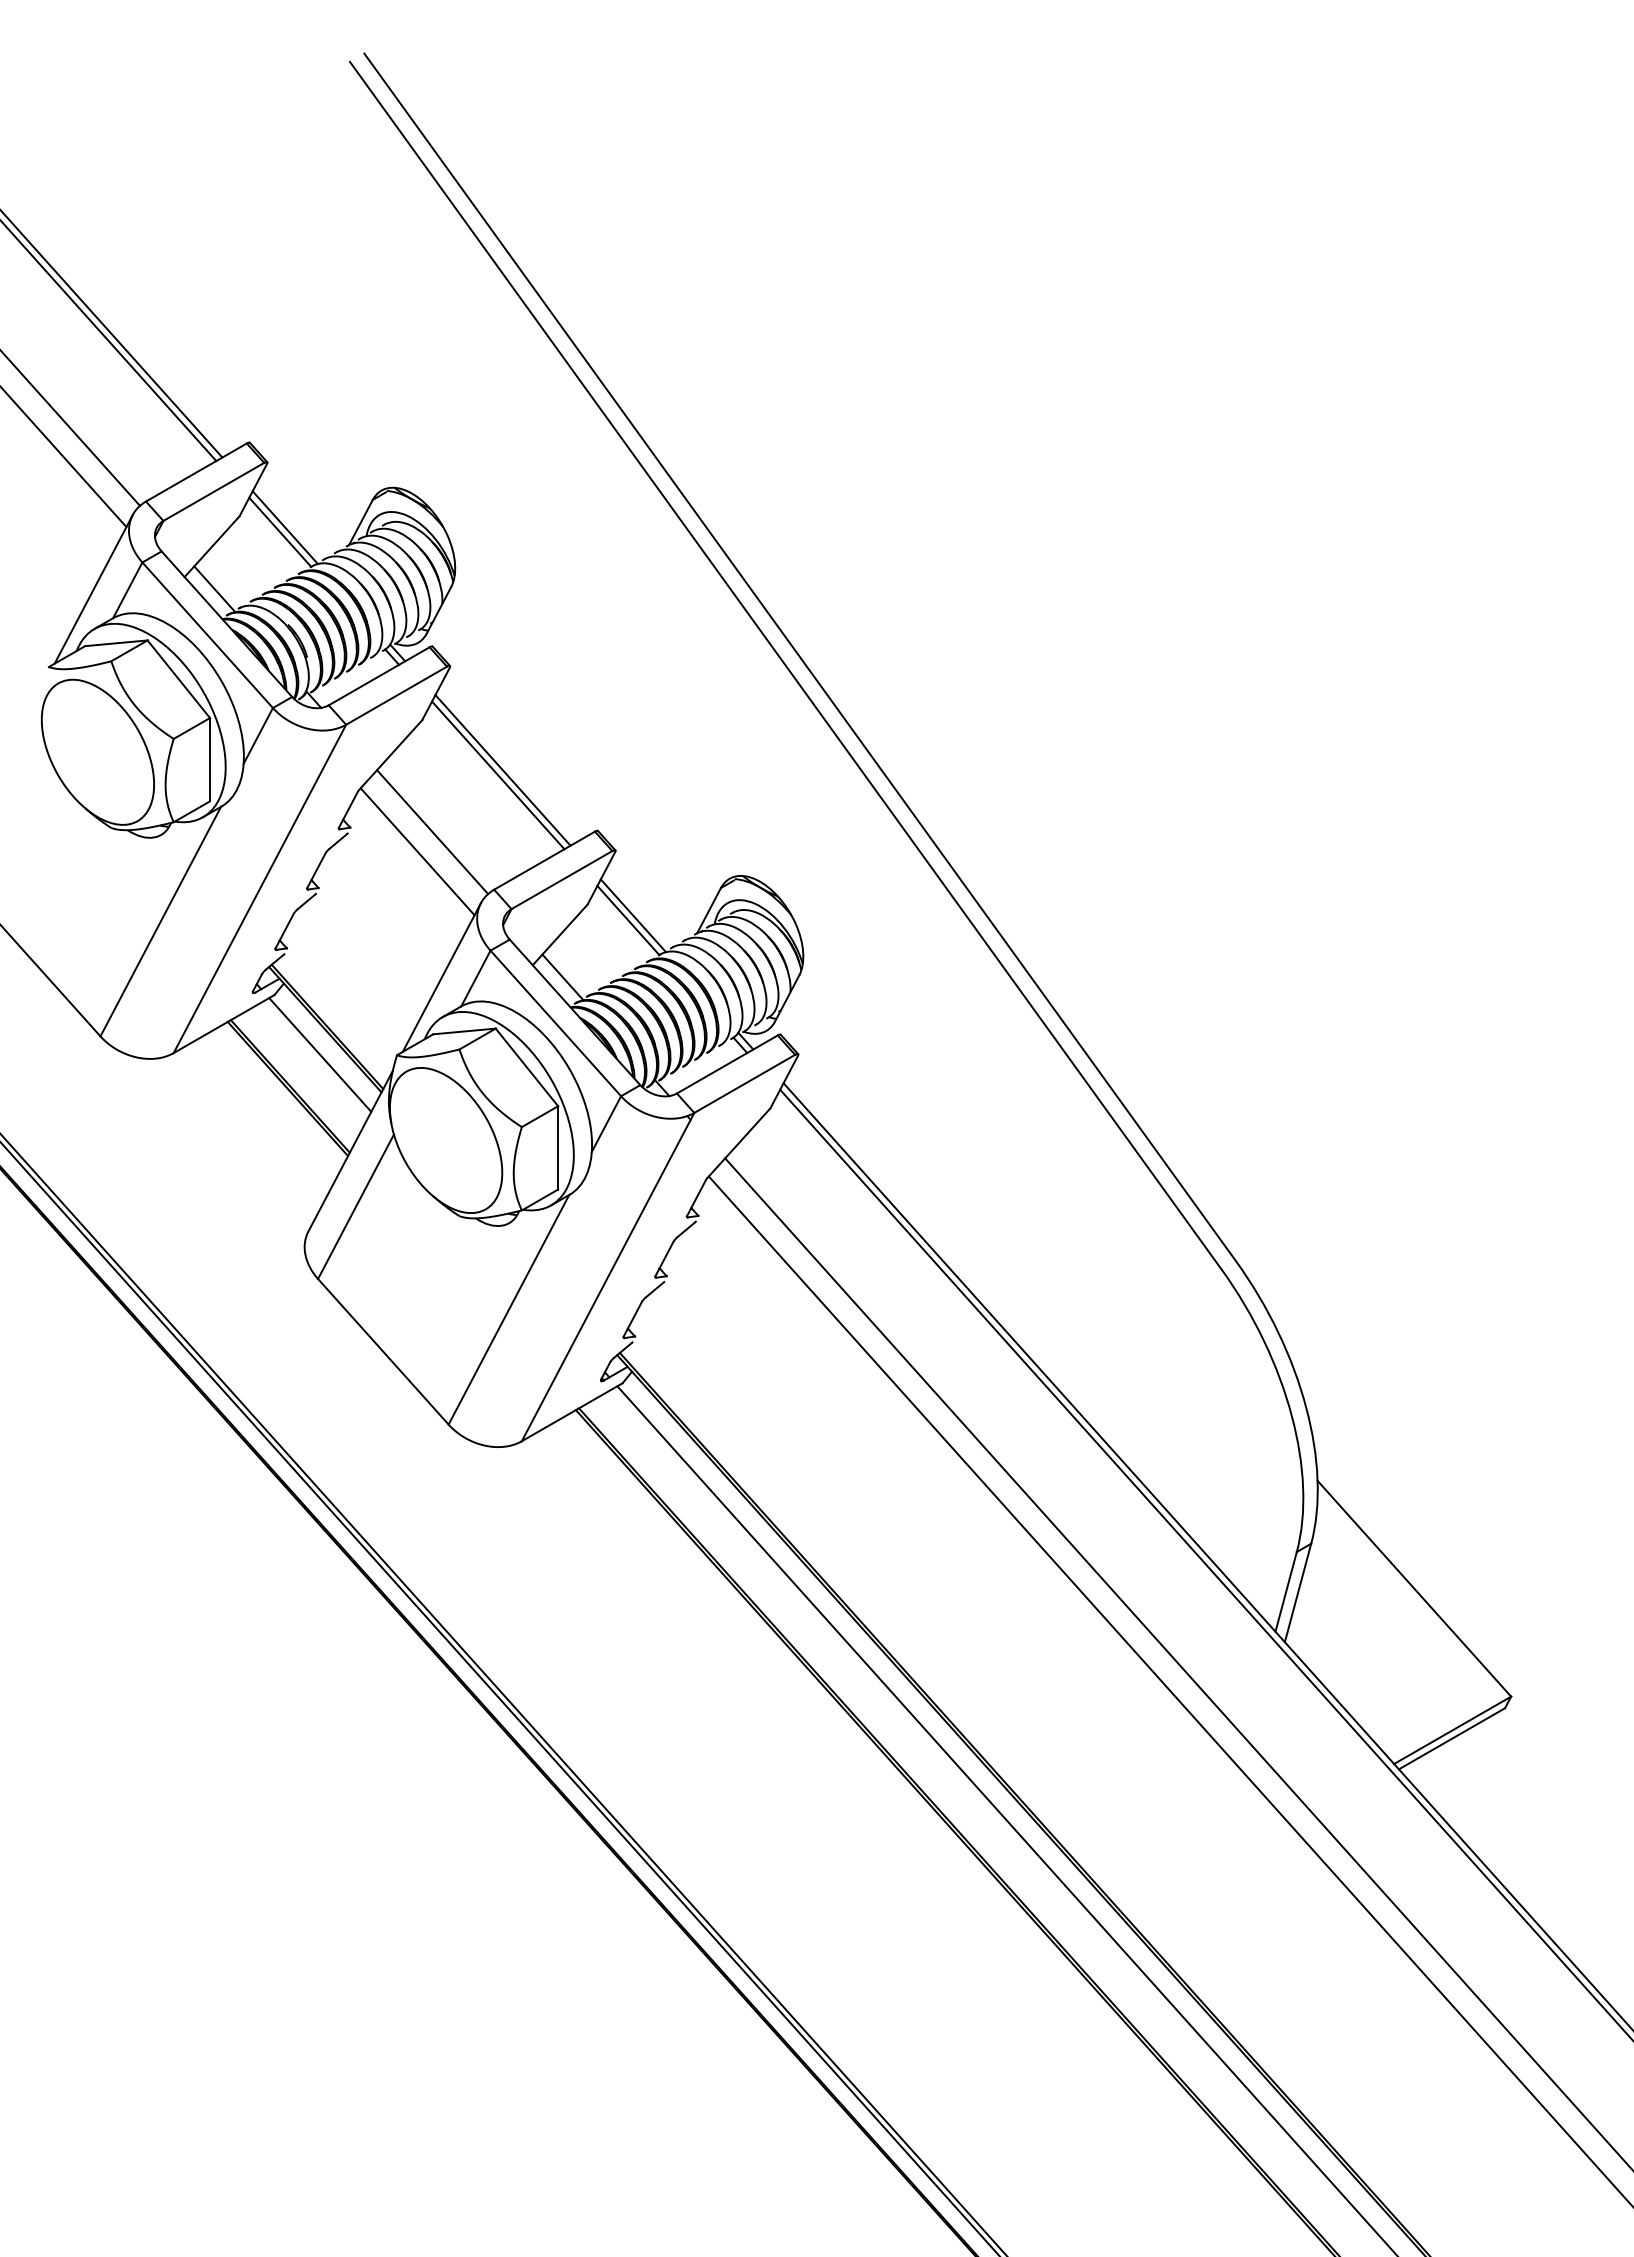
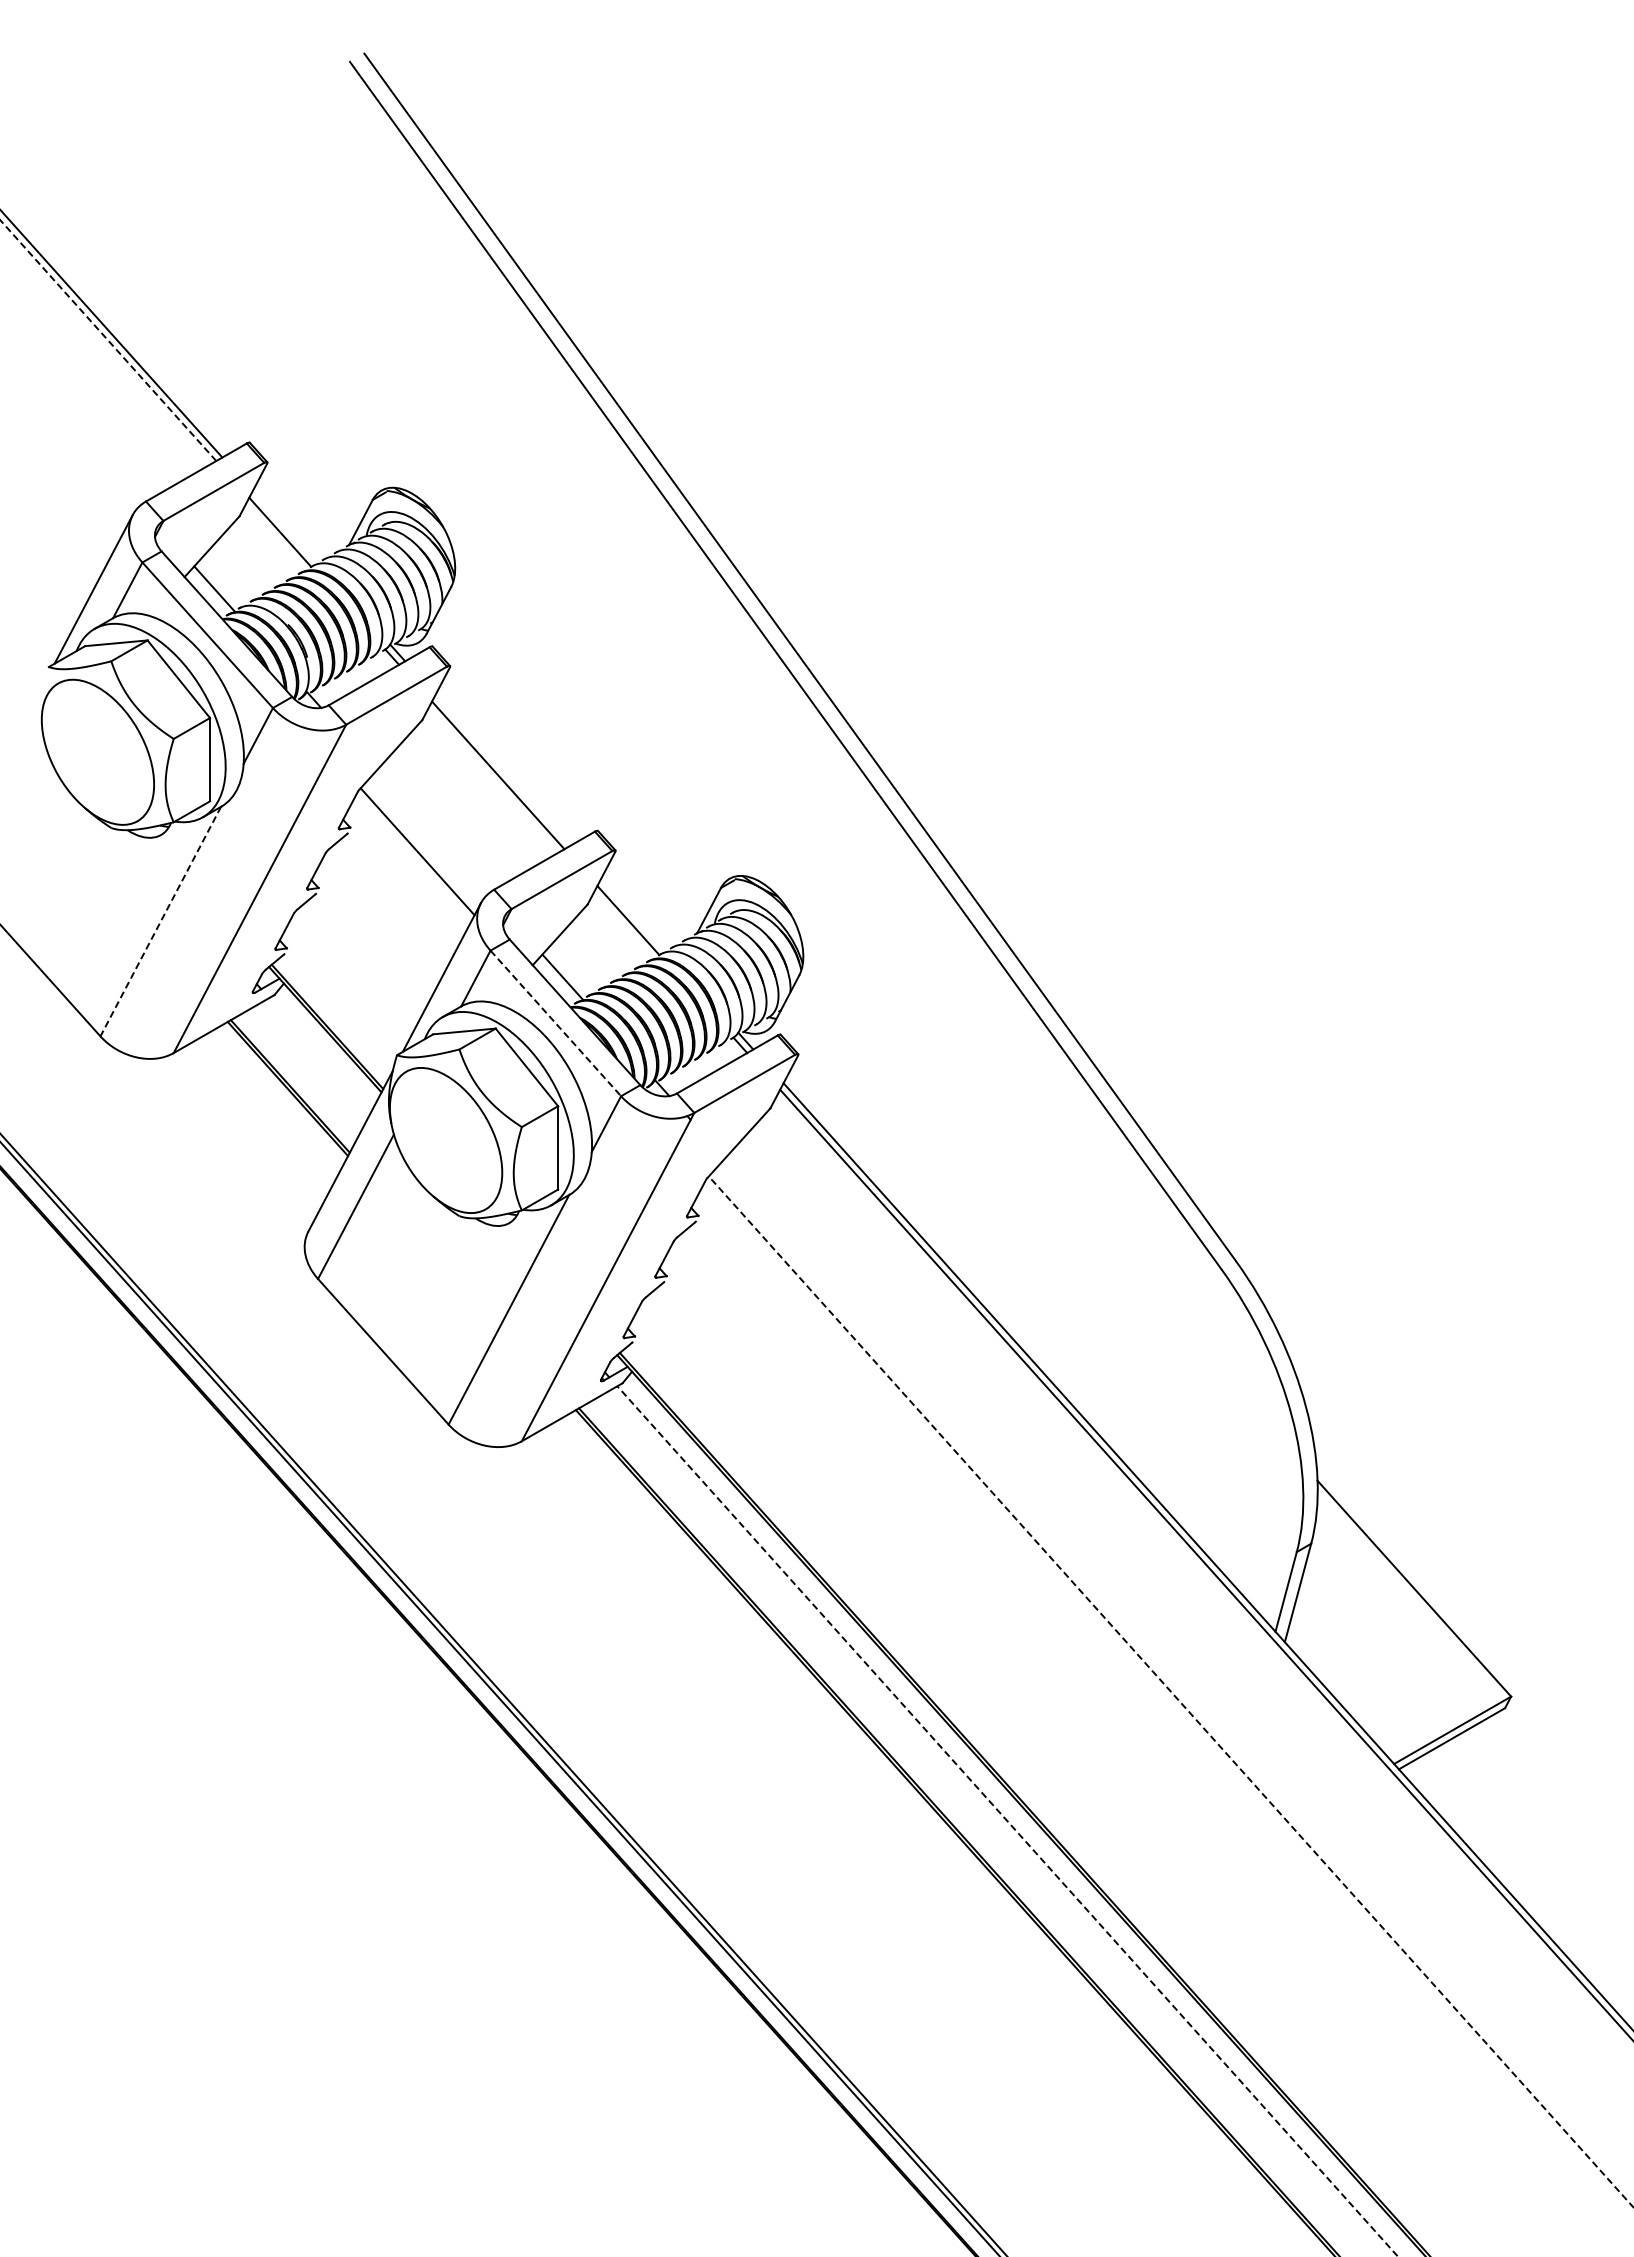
line at (108, 340): solid -> dashed
line at (71, 428): present -> none
line at (64, 457): present -> none
line at (284, 527): present -> none
line at (502, 770): present -> none
line at (432, 832): present -> none
line at (633, 915): present -> none
line at (160, 921): solid -> dashed
line at (555, 1023): solid -> dashed
line at (320, 1054): present -> none
line at (1177, 1662): present -> none
line at (1170, 1691): solid -> dashed
line at (1007, 1820): solid -> dashed
